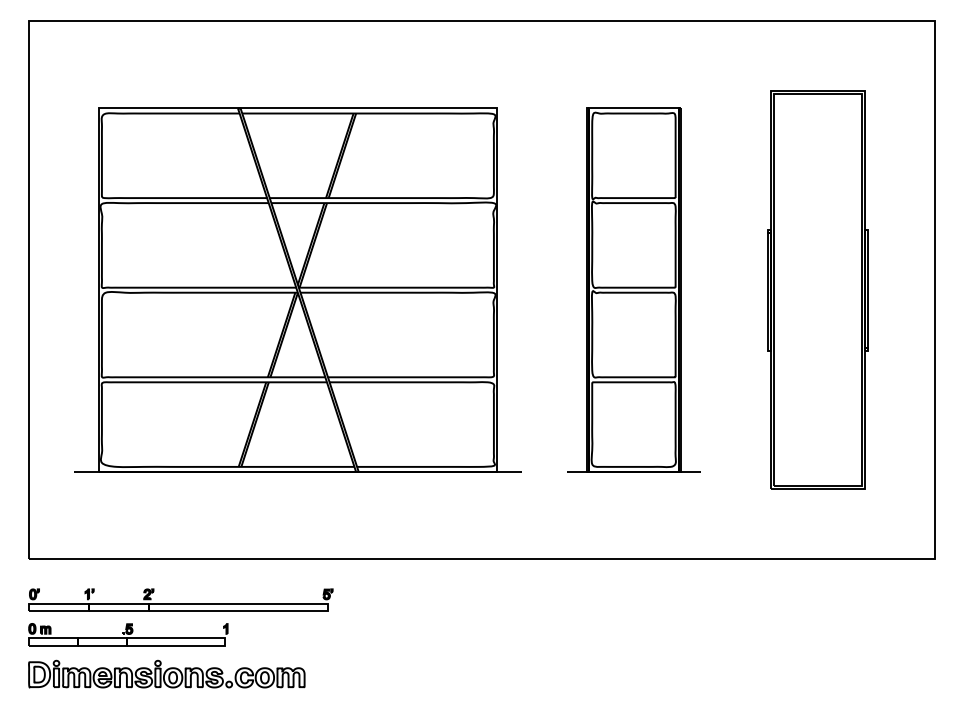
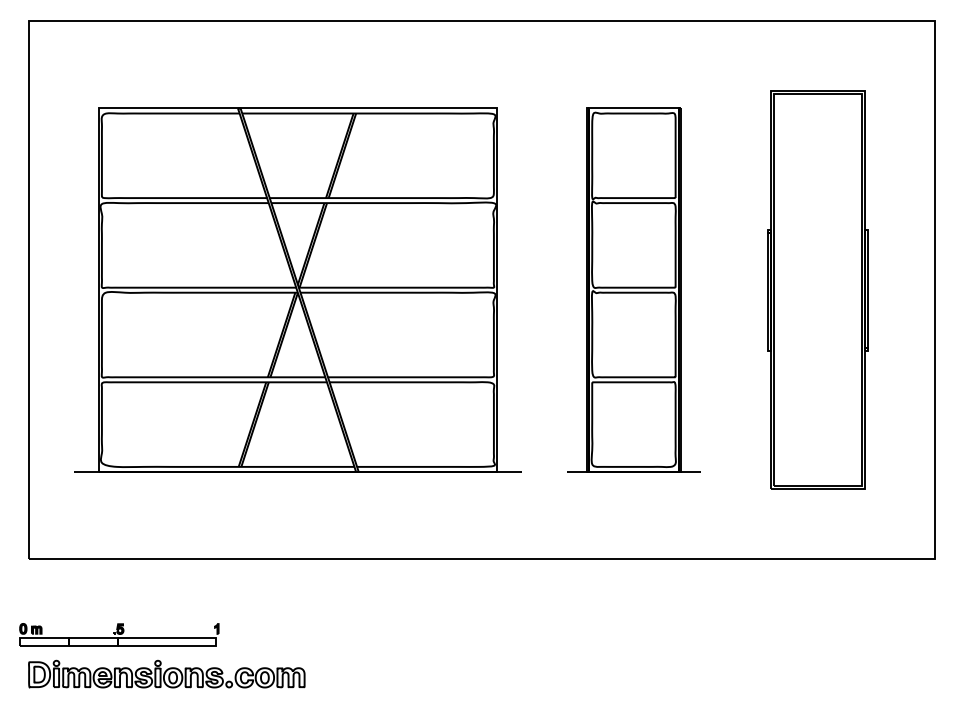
part at (180, 599): present -> none
part at (128, 634) position: (128, 634) -> (119, 634)
